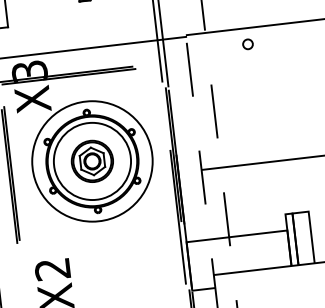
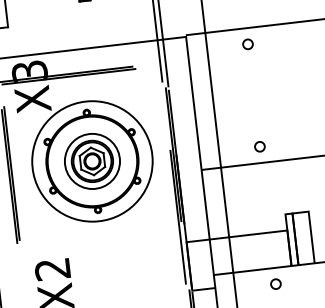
circle at (259, 146): none -> present
line at (219, 153): dashed -> solid
circle at (92, 161) diameter: 77 px -> 55 px
line at (201, 171): dashed -> solid
circle at (275, 283): none -> present
